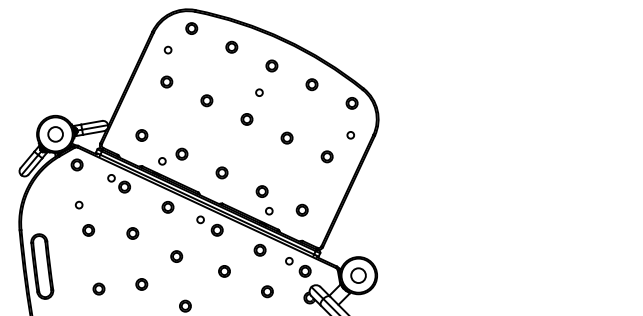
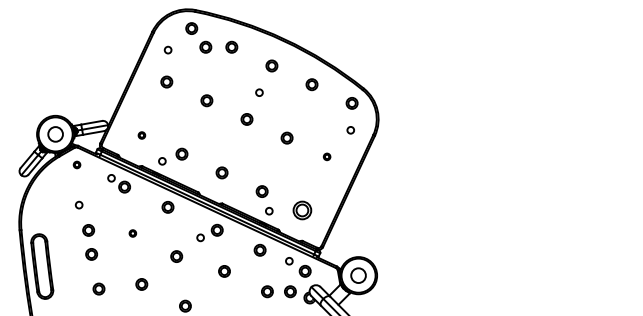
part at (205, 46): none -> present
part at (141, 135) size: 14x13 px -> 10x9 px
circle at (350, 135) position: (350, 135) -> (350, 130)
part at (326, 156) size: 14x14 px -> 10x10 px
part at (76, 164) size: 14x14 px -> 10x10 px
part at (301, 209) size: 14x14 px -> 21x21 px
circle at (200, 219) position: (200, 219) -> (200, 237)
part at (132, 233) size: 14x13 px -> 10x9 px
part at (91, 254): none -> present
part at (290, 291): none -> present
